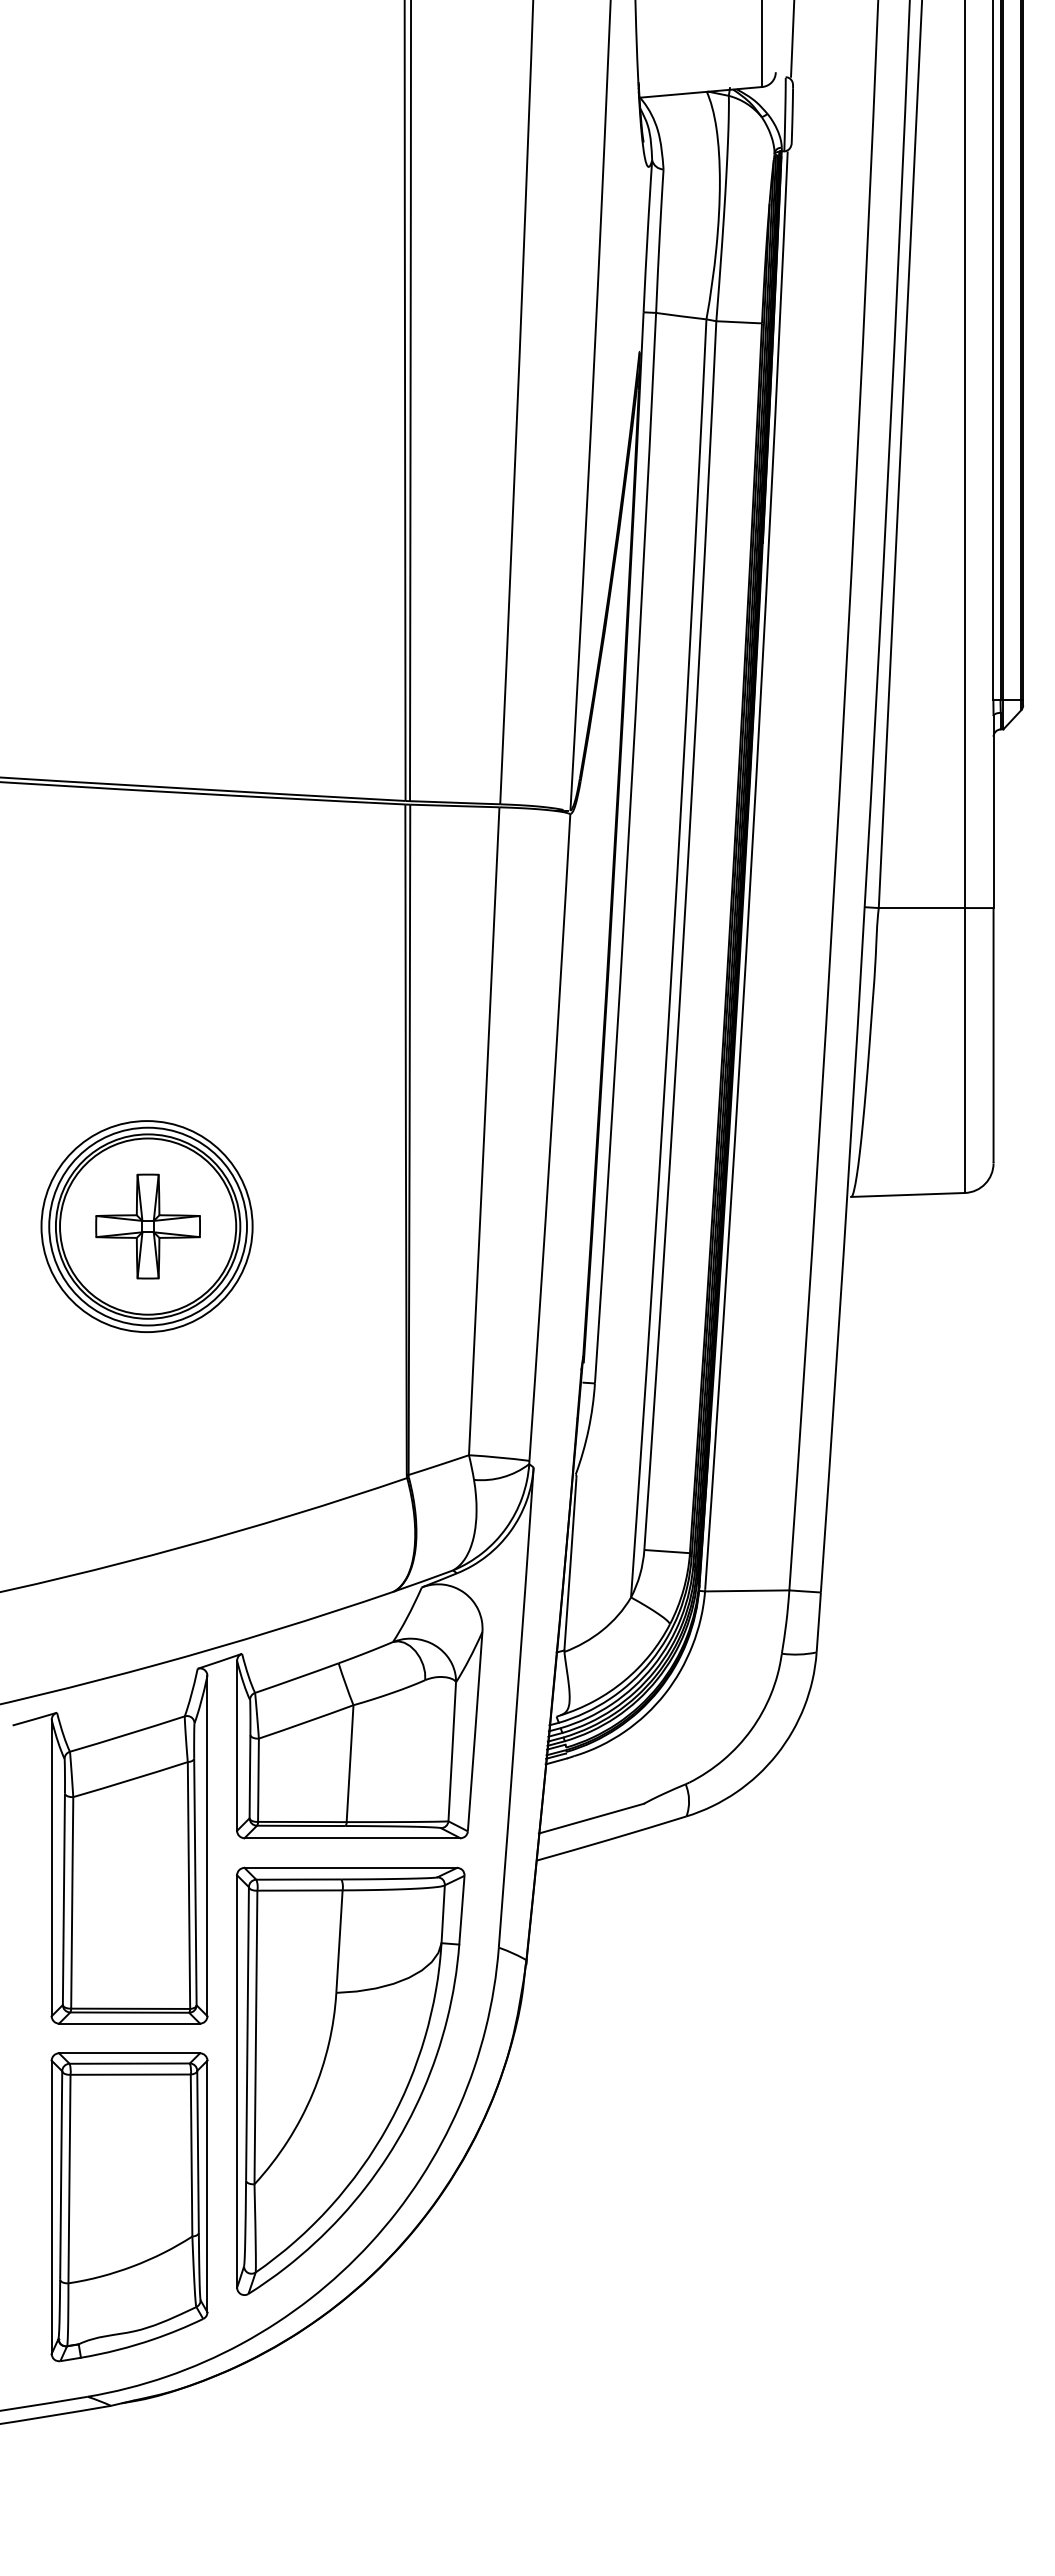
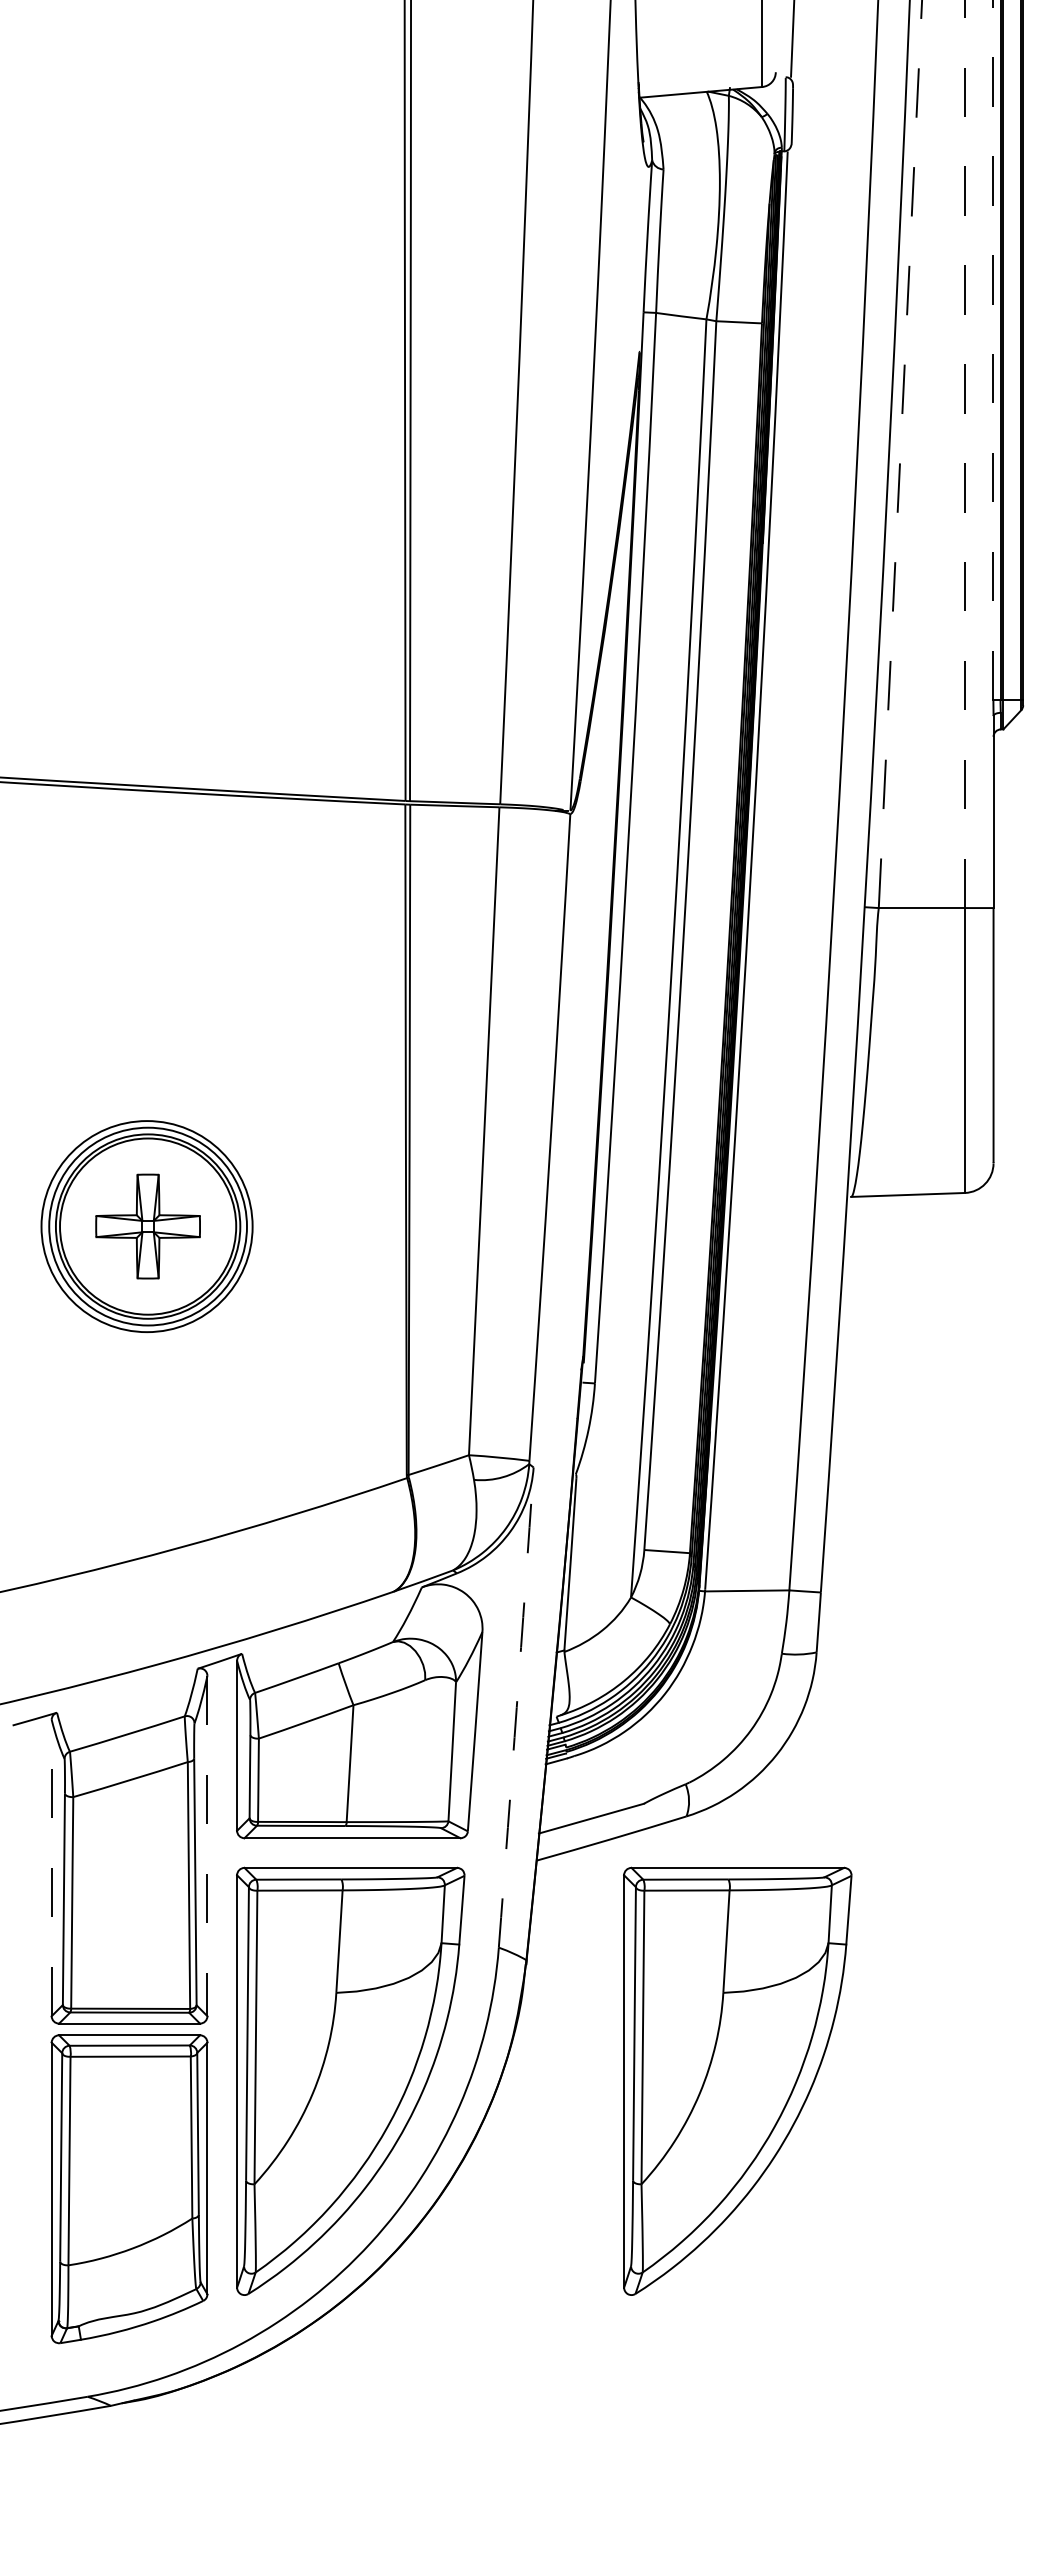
line at (993, 350): solid -> dashed
line at (900, 454): solid -> dashed
line at (964, 454): solid -> dashed
arc at (516, 1707): solid -> dashed
line at (207, 1846): solid -> dashed
line at (51, 1867): solid -> dashed
part at (737, 2080): none -> present
part at (129, 2207) position: (129, 2207) -> (129, 2189)
